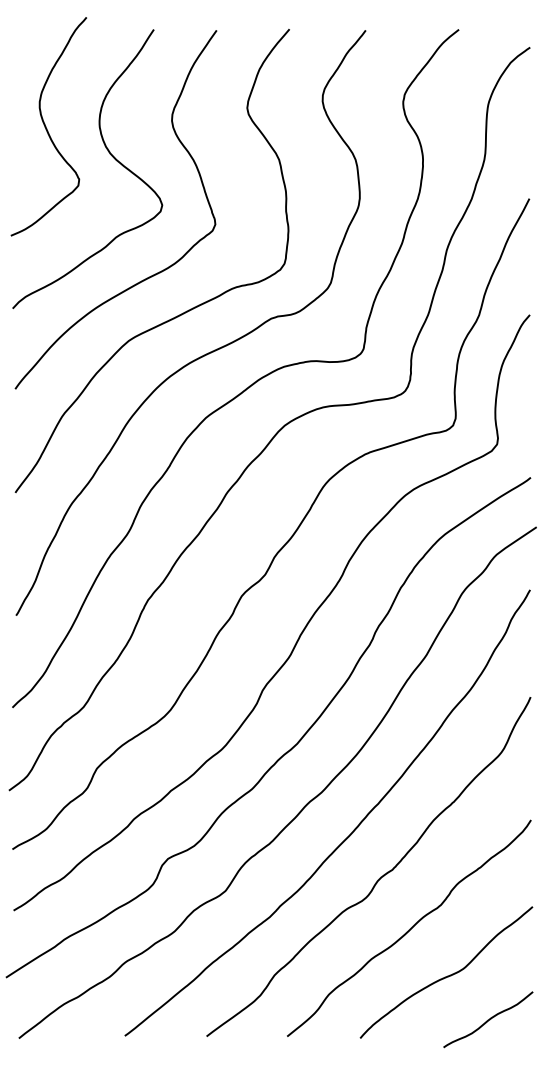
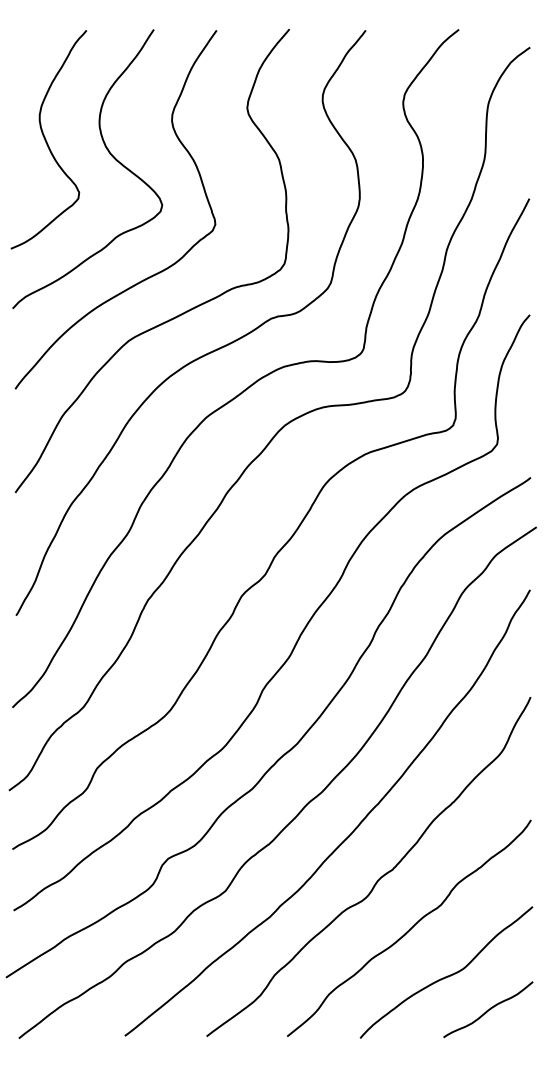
curve at (46, 126) position: (46, 126) -> (46, 139)
curve at (488, 1019) position: (488, 1019) -> (488, 1009)
